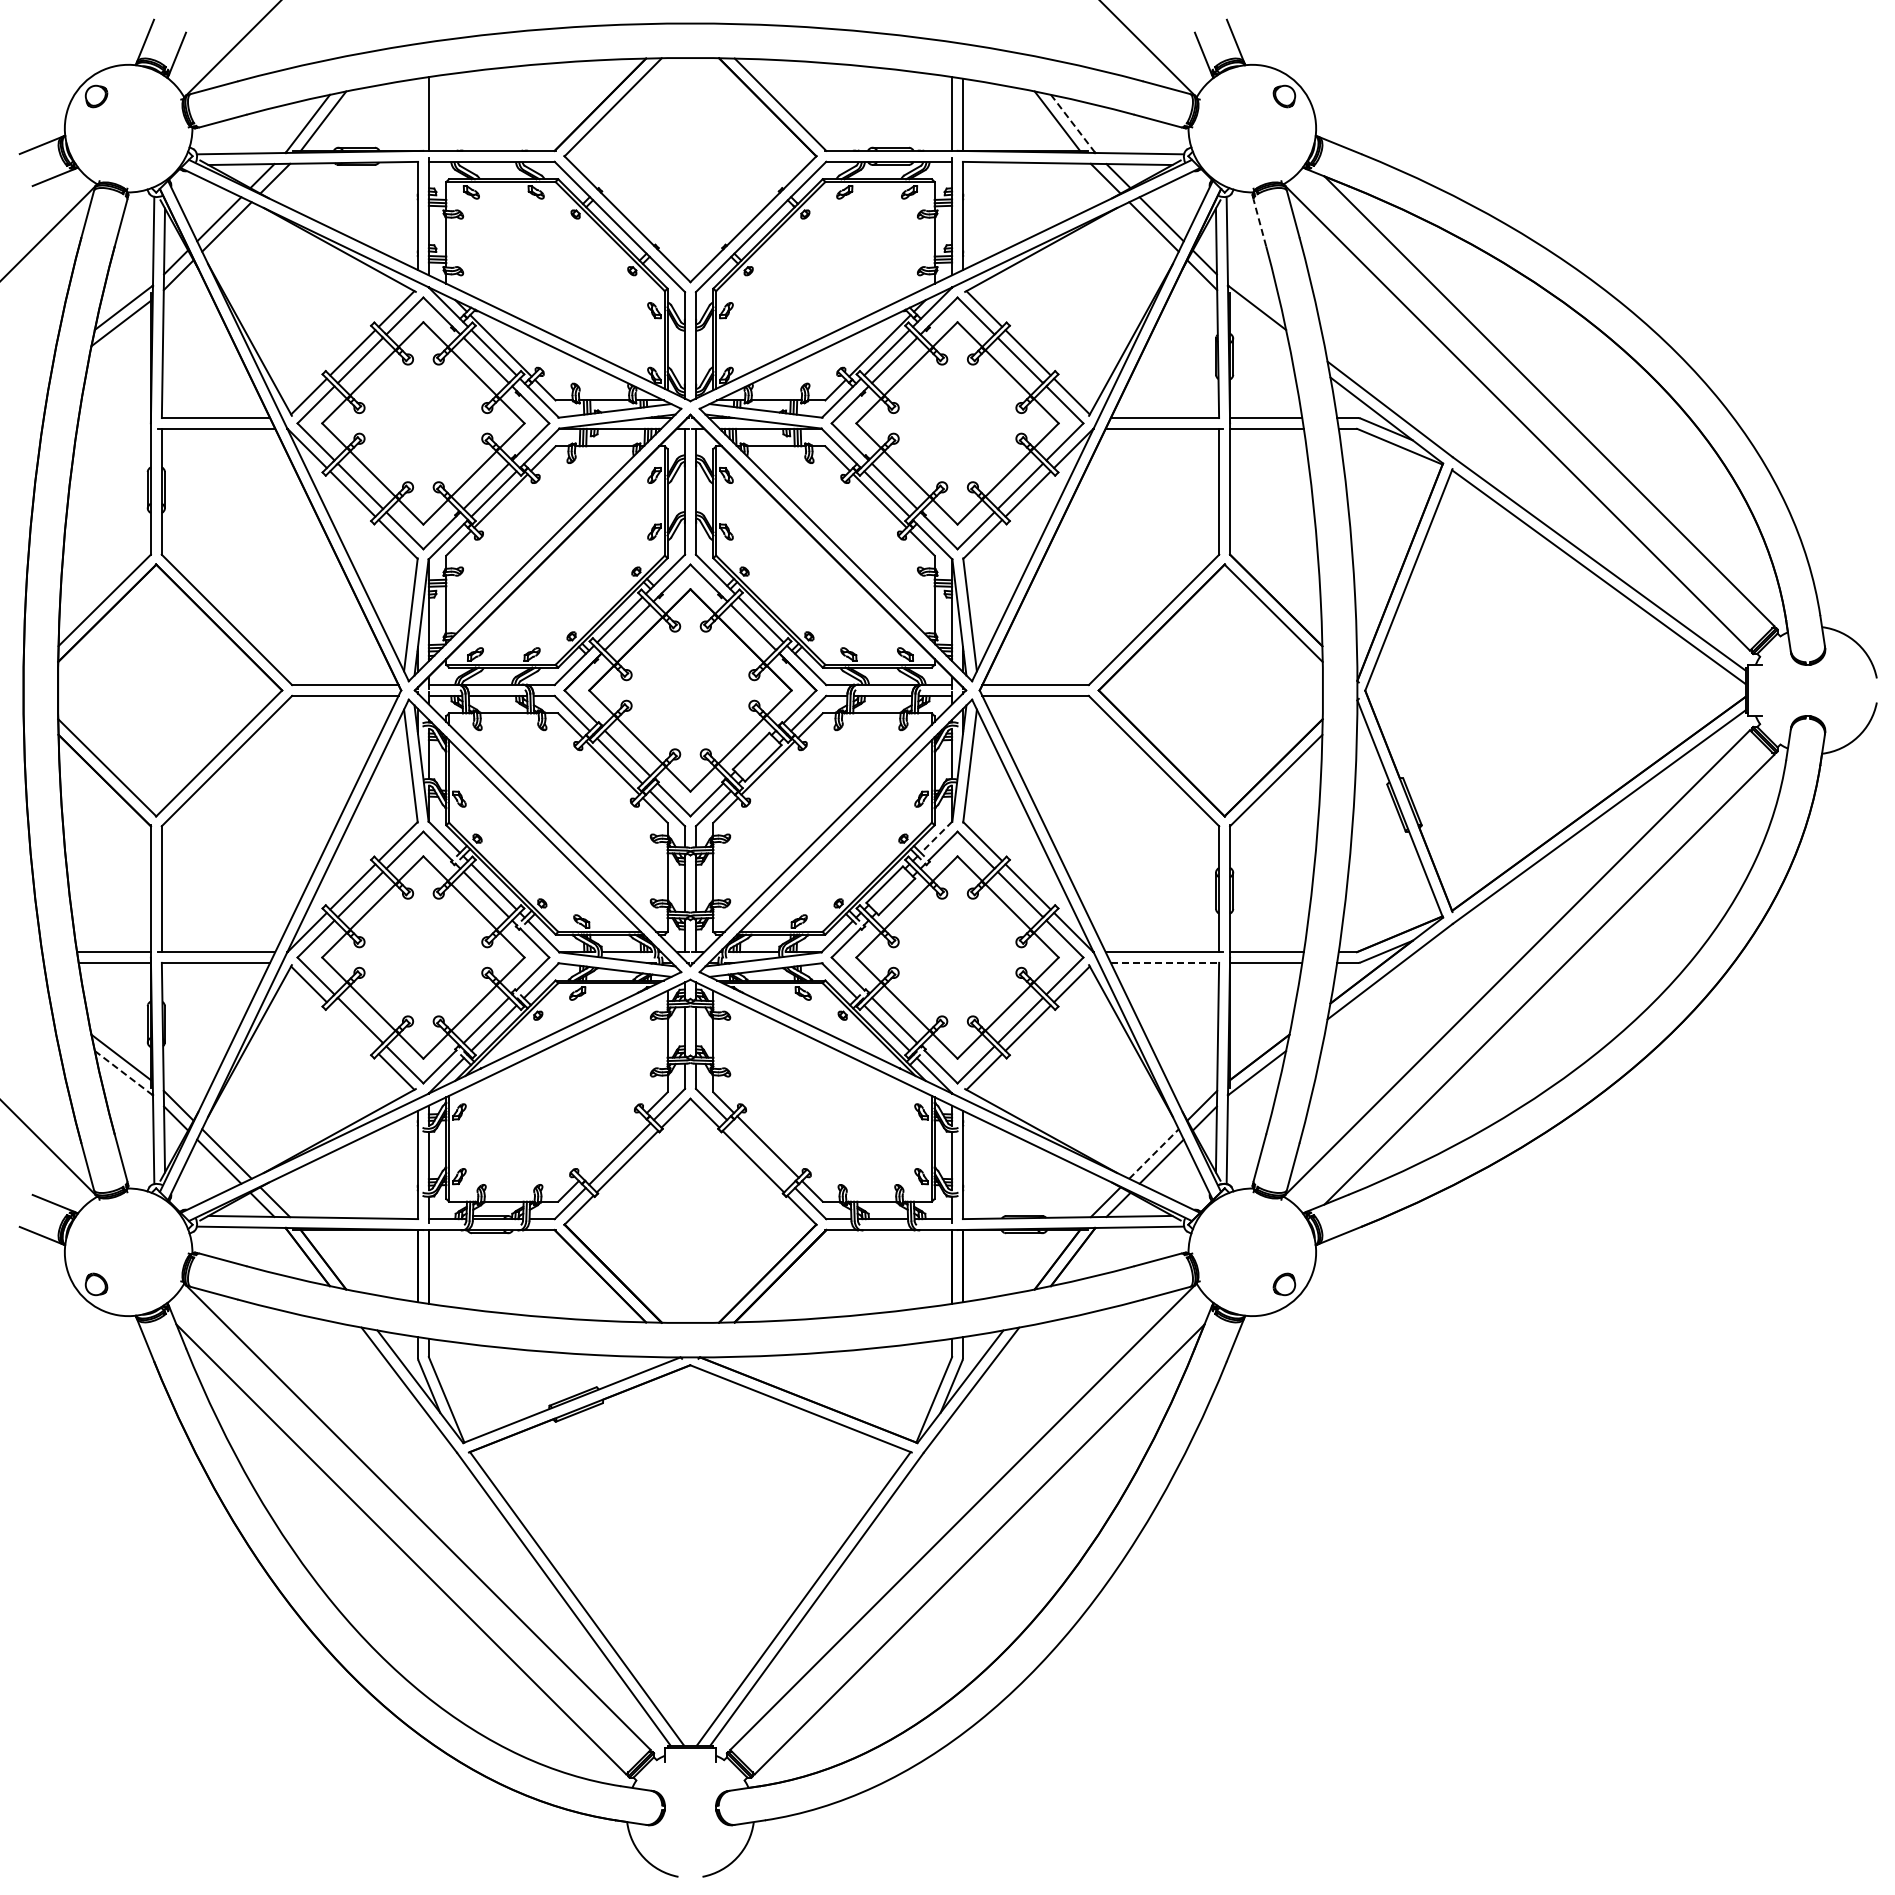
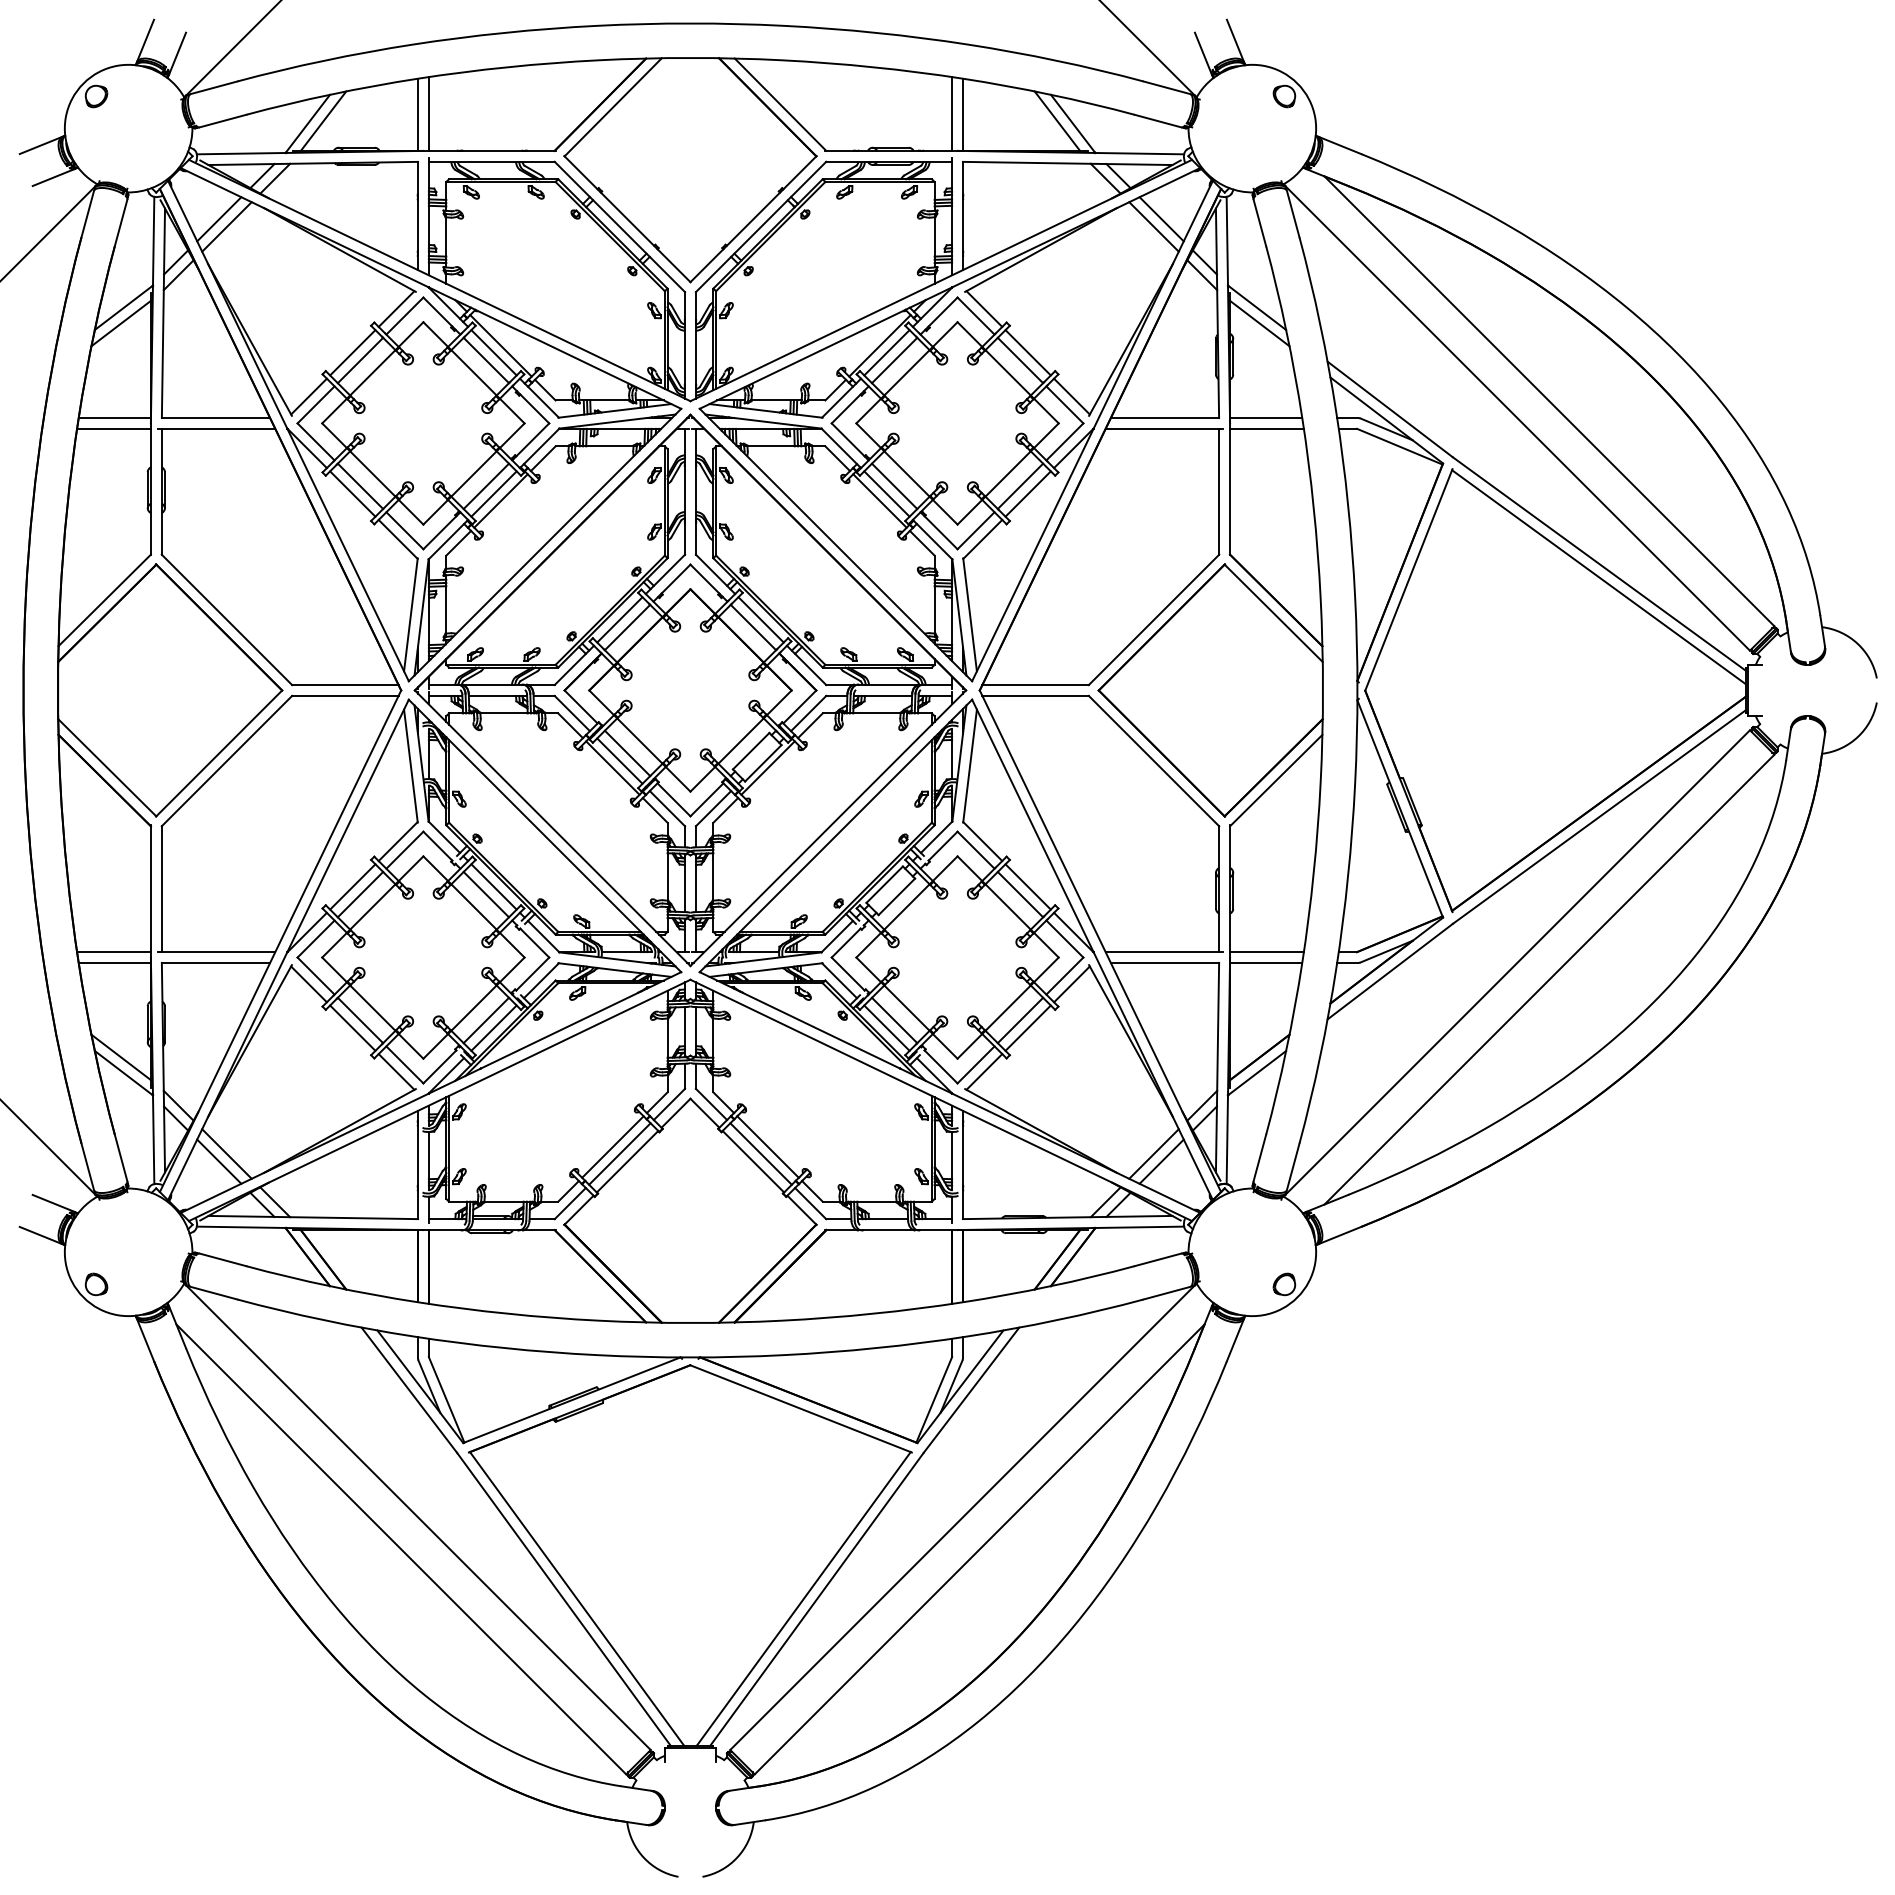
line at (417, 114): none -> present
line at (1072, 123): dashed -> solid
line at (1259, 222): dashed -> solid
line at (1259, 323): none -> present
line at (114, 417): none -> present
line at (113, 428): none -> present
line at (936, 837): dashed -> solid
line at (1165, 963): dashed -> solid
line at (352, 1027): none -> present
line at (124, 1073): dashed -> solid
line at (612, 1146): none -> present
line at (760, 1153): none -> present
line at (1154, 1153): dashed -> solid
